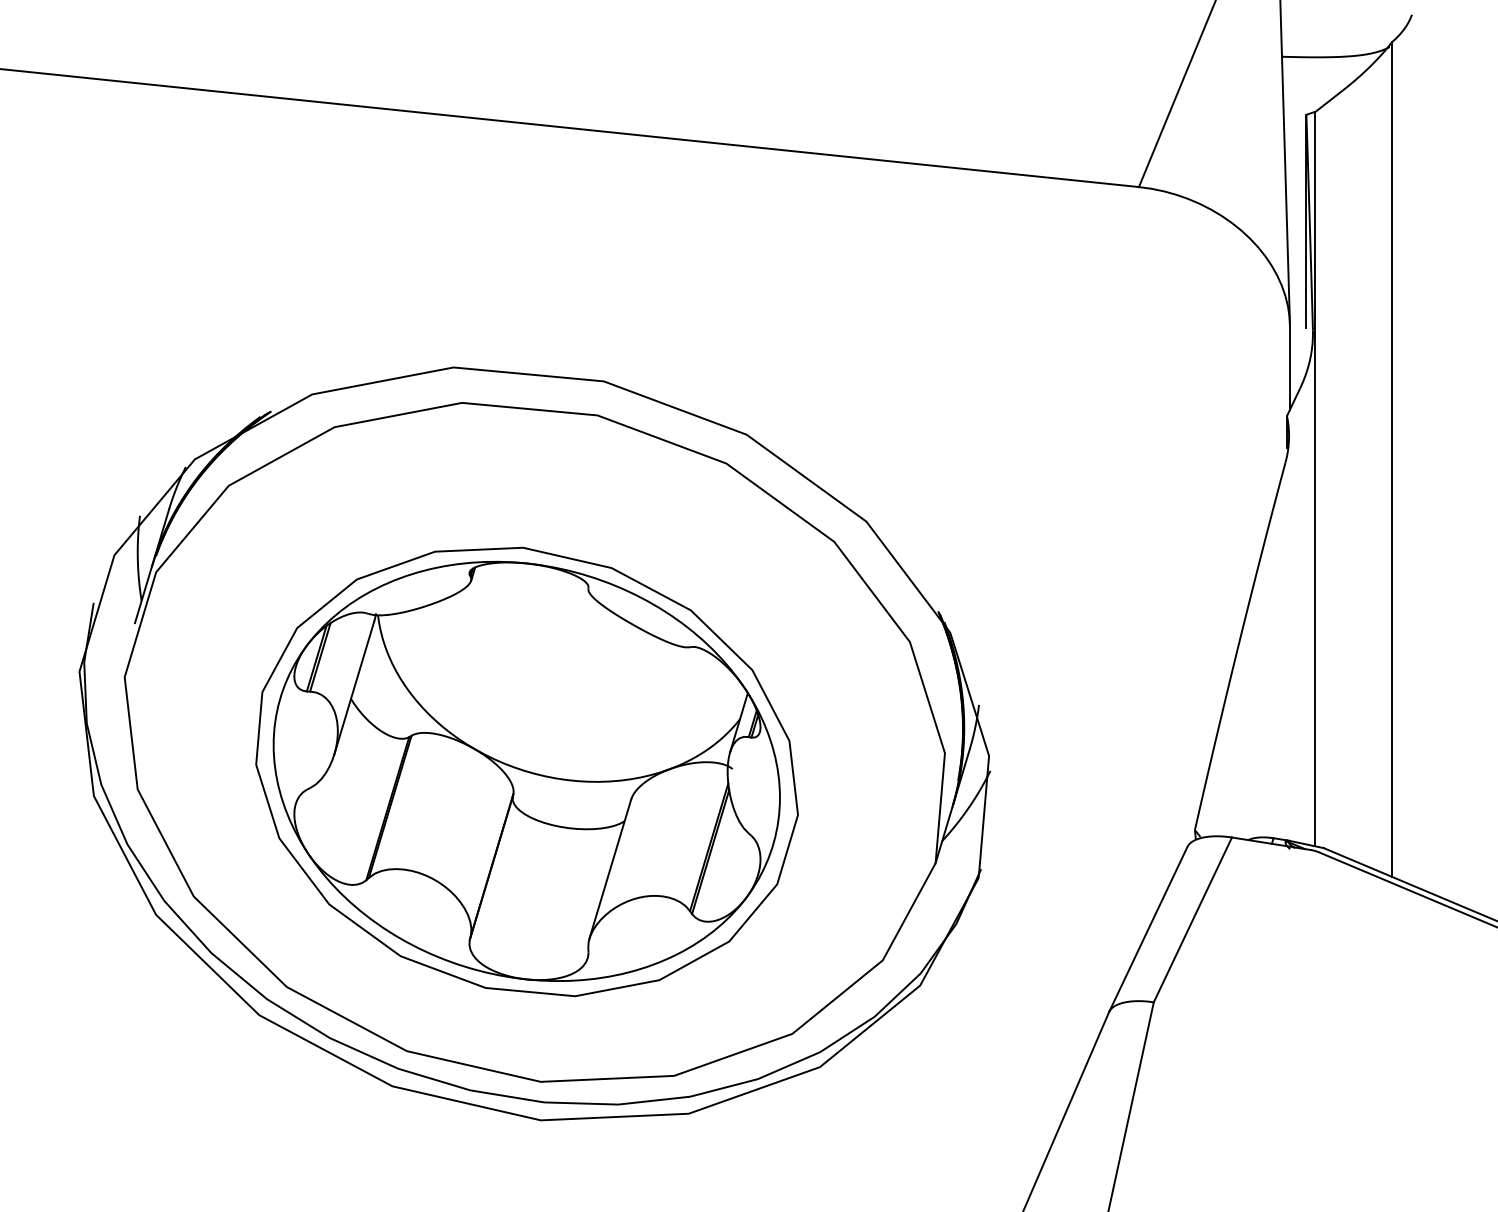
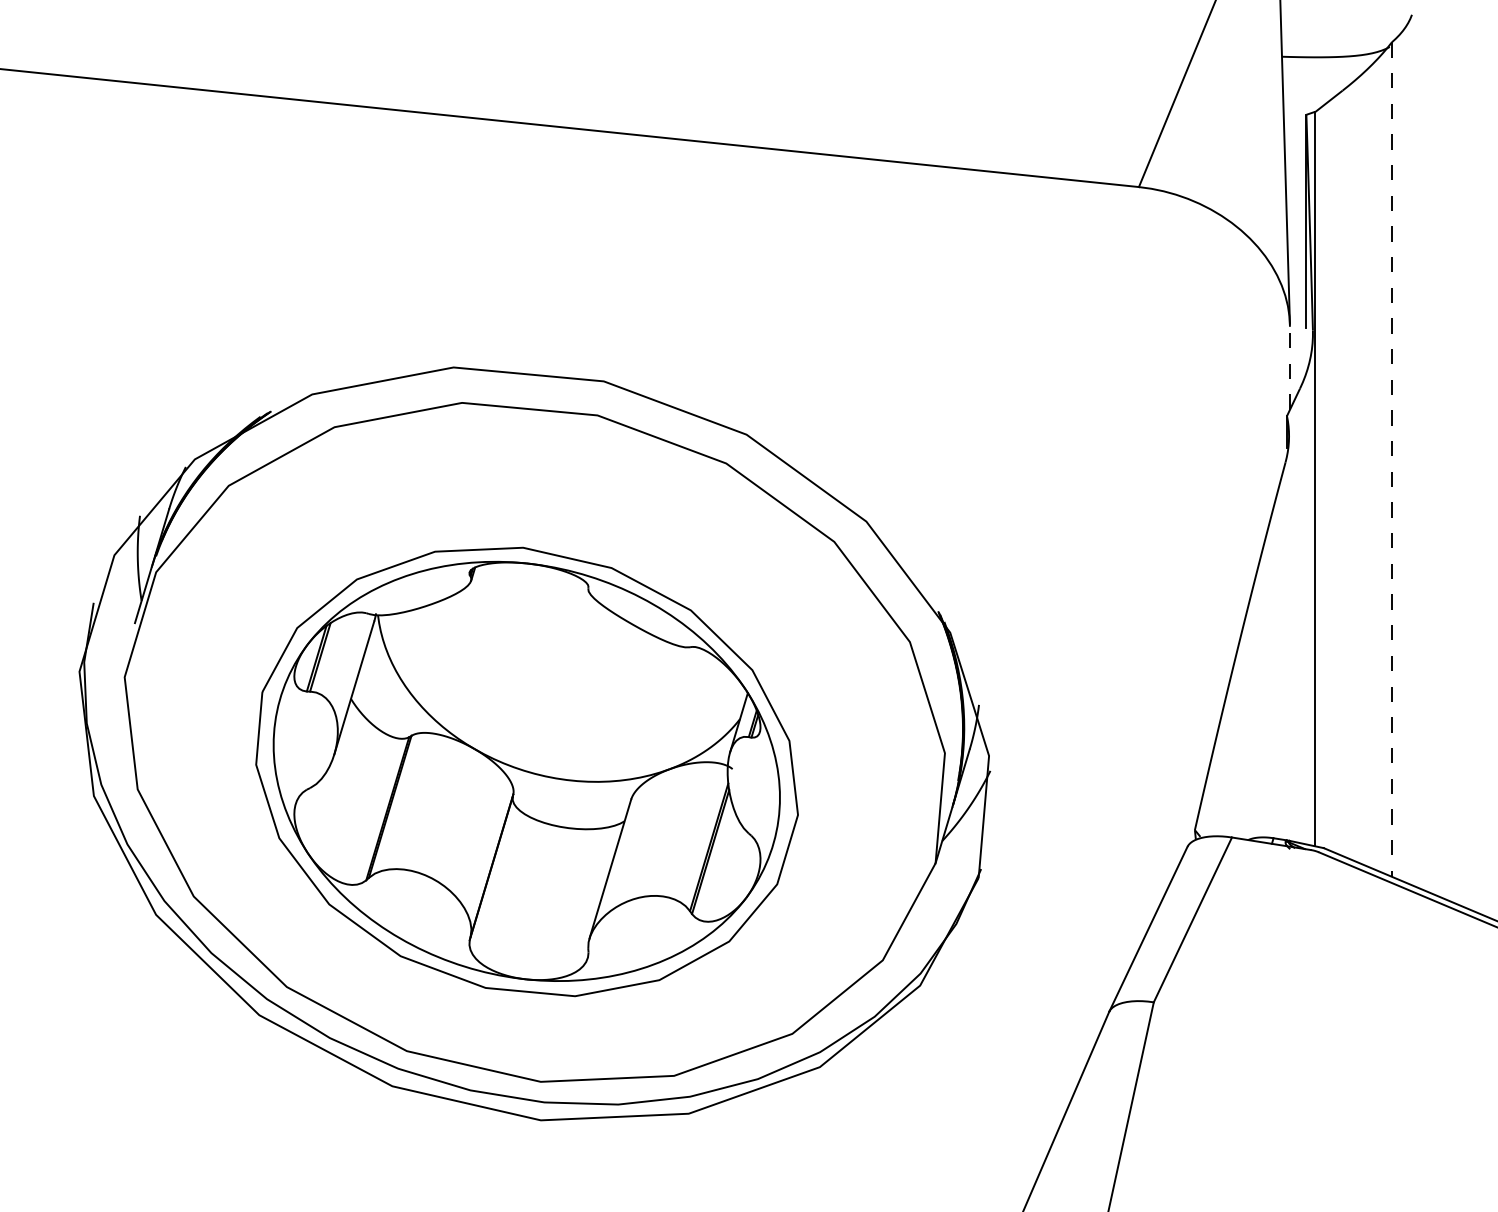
line at (1289, 368): solid -> dashed
line at (1391, 460): solid -> dashed
